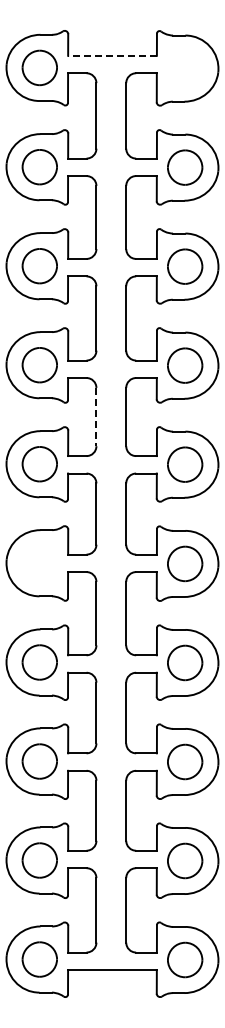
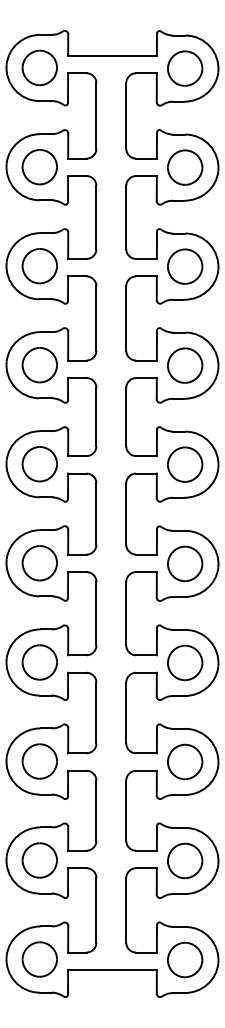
line at (112, 55): dashed -> solid
part at (185, 68): none -> present
line at (96, 417): dashed -> solid
part at (39, 563): none -> present
